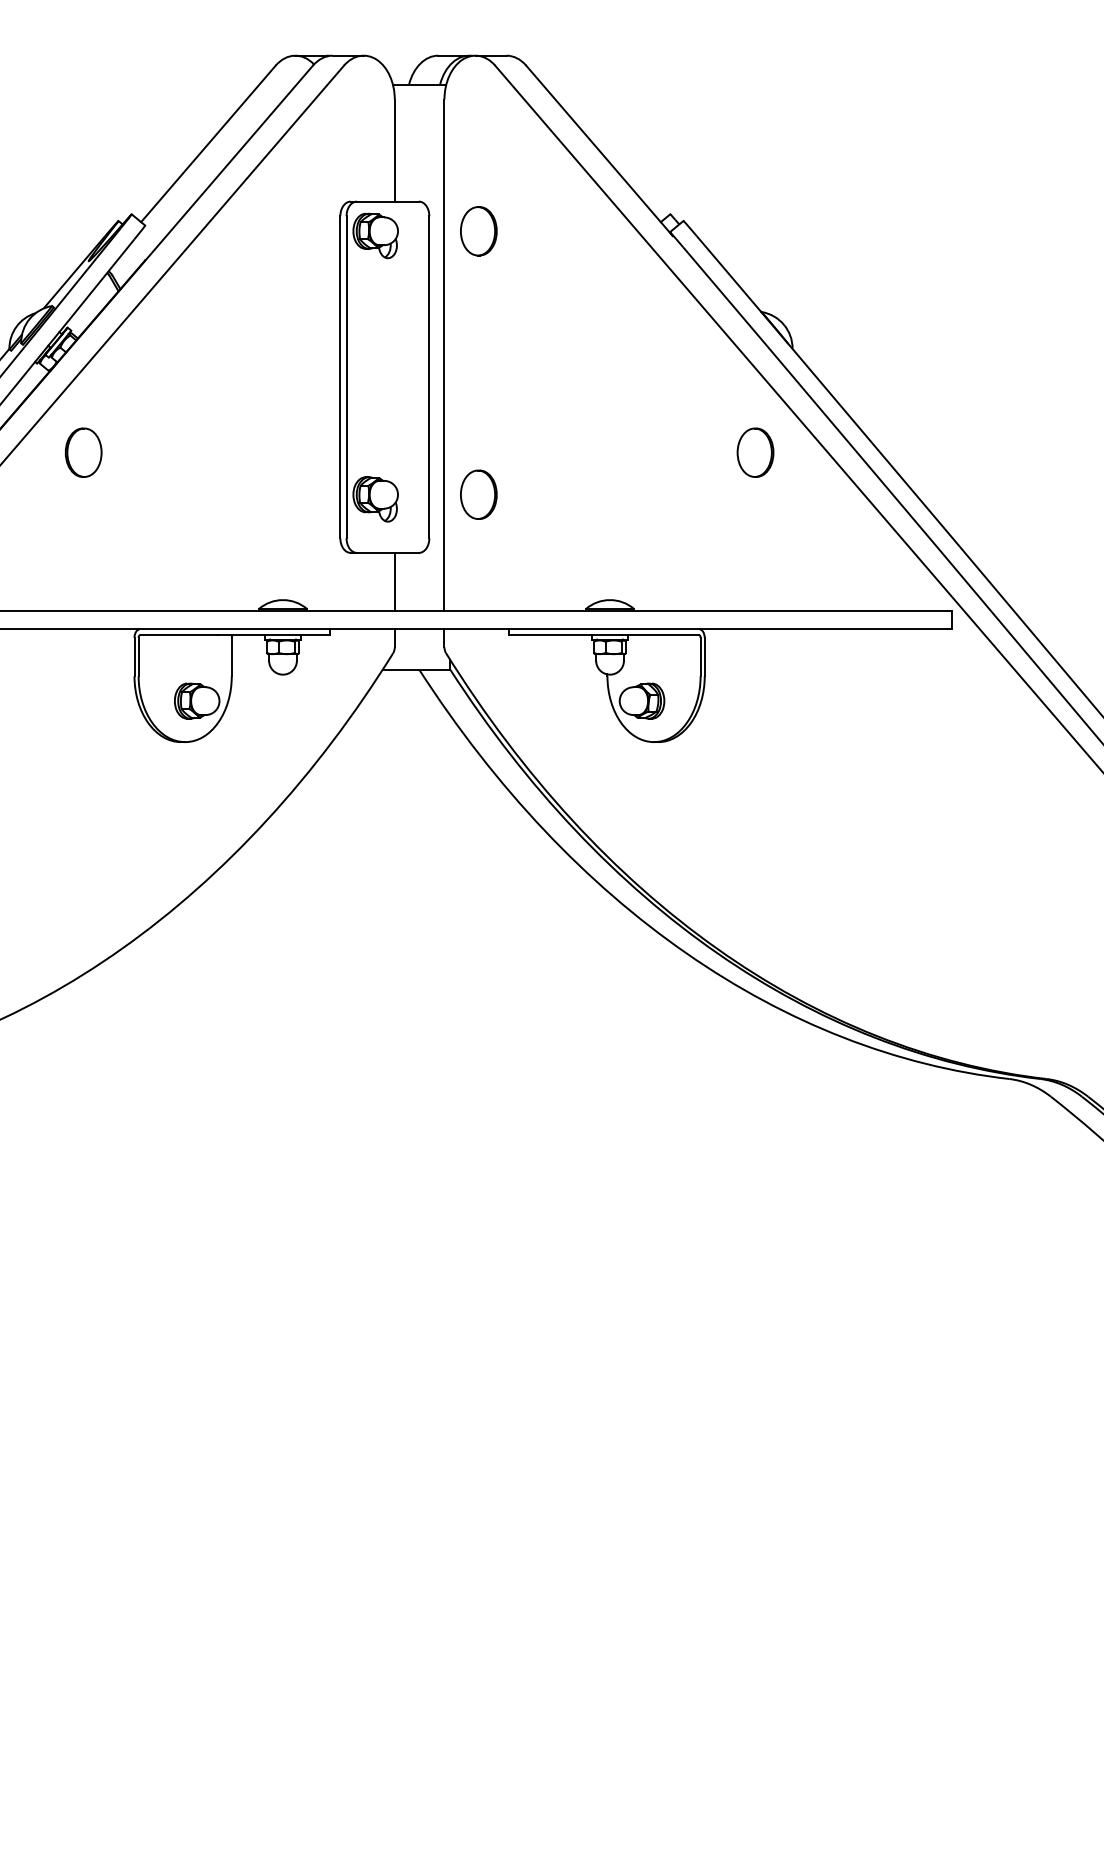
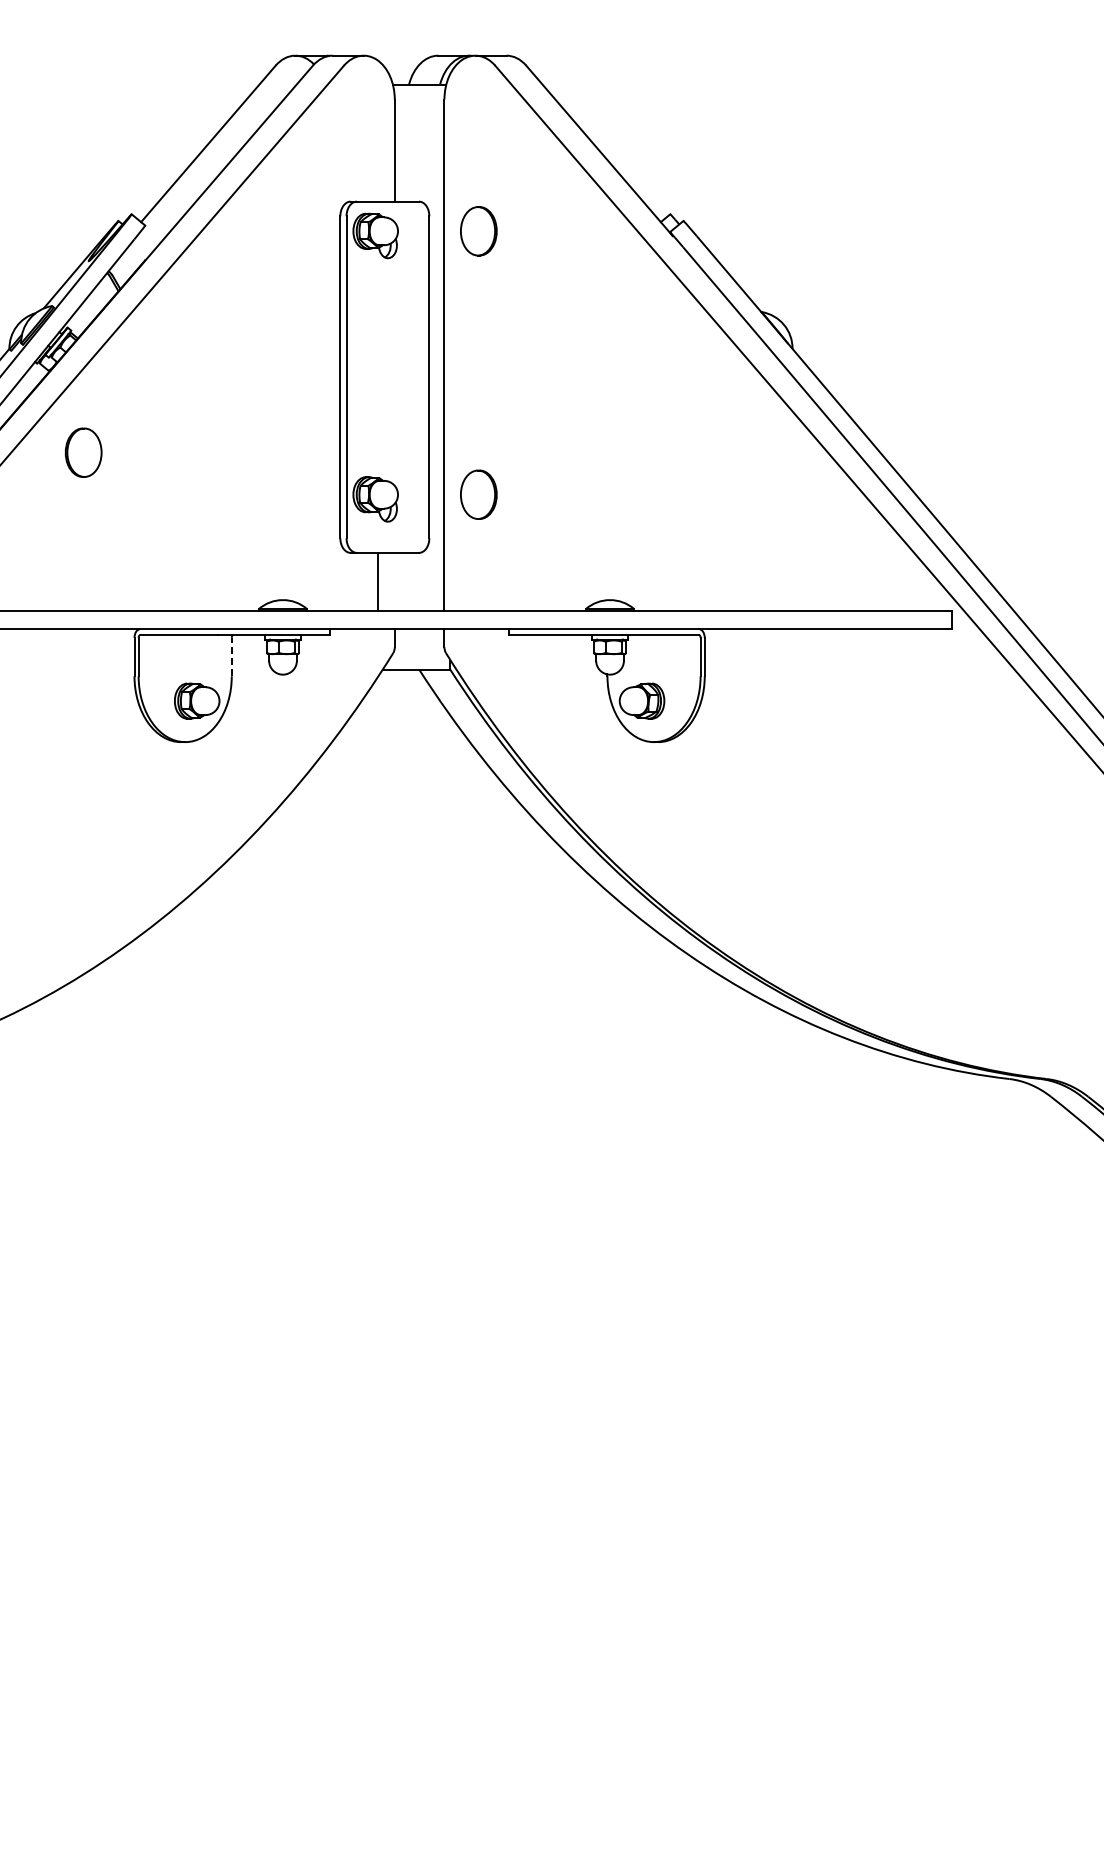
part at (755, 452): present -> none
line at (394, 581) position: (394, 581) -> (377, 581)
line at (231, 656): solid -> dashed
